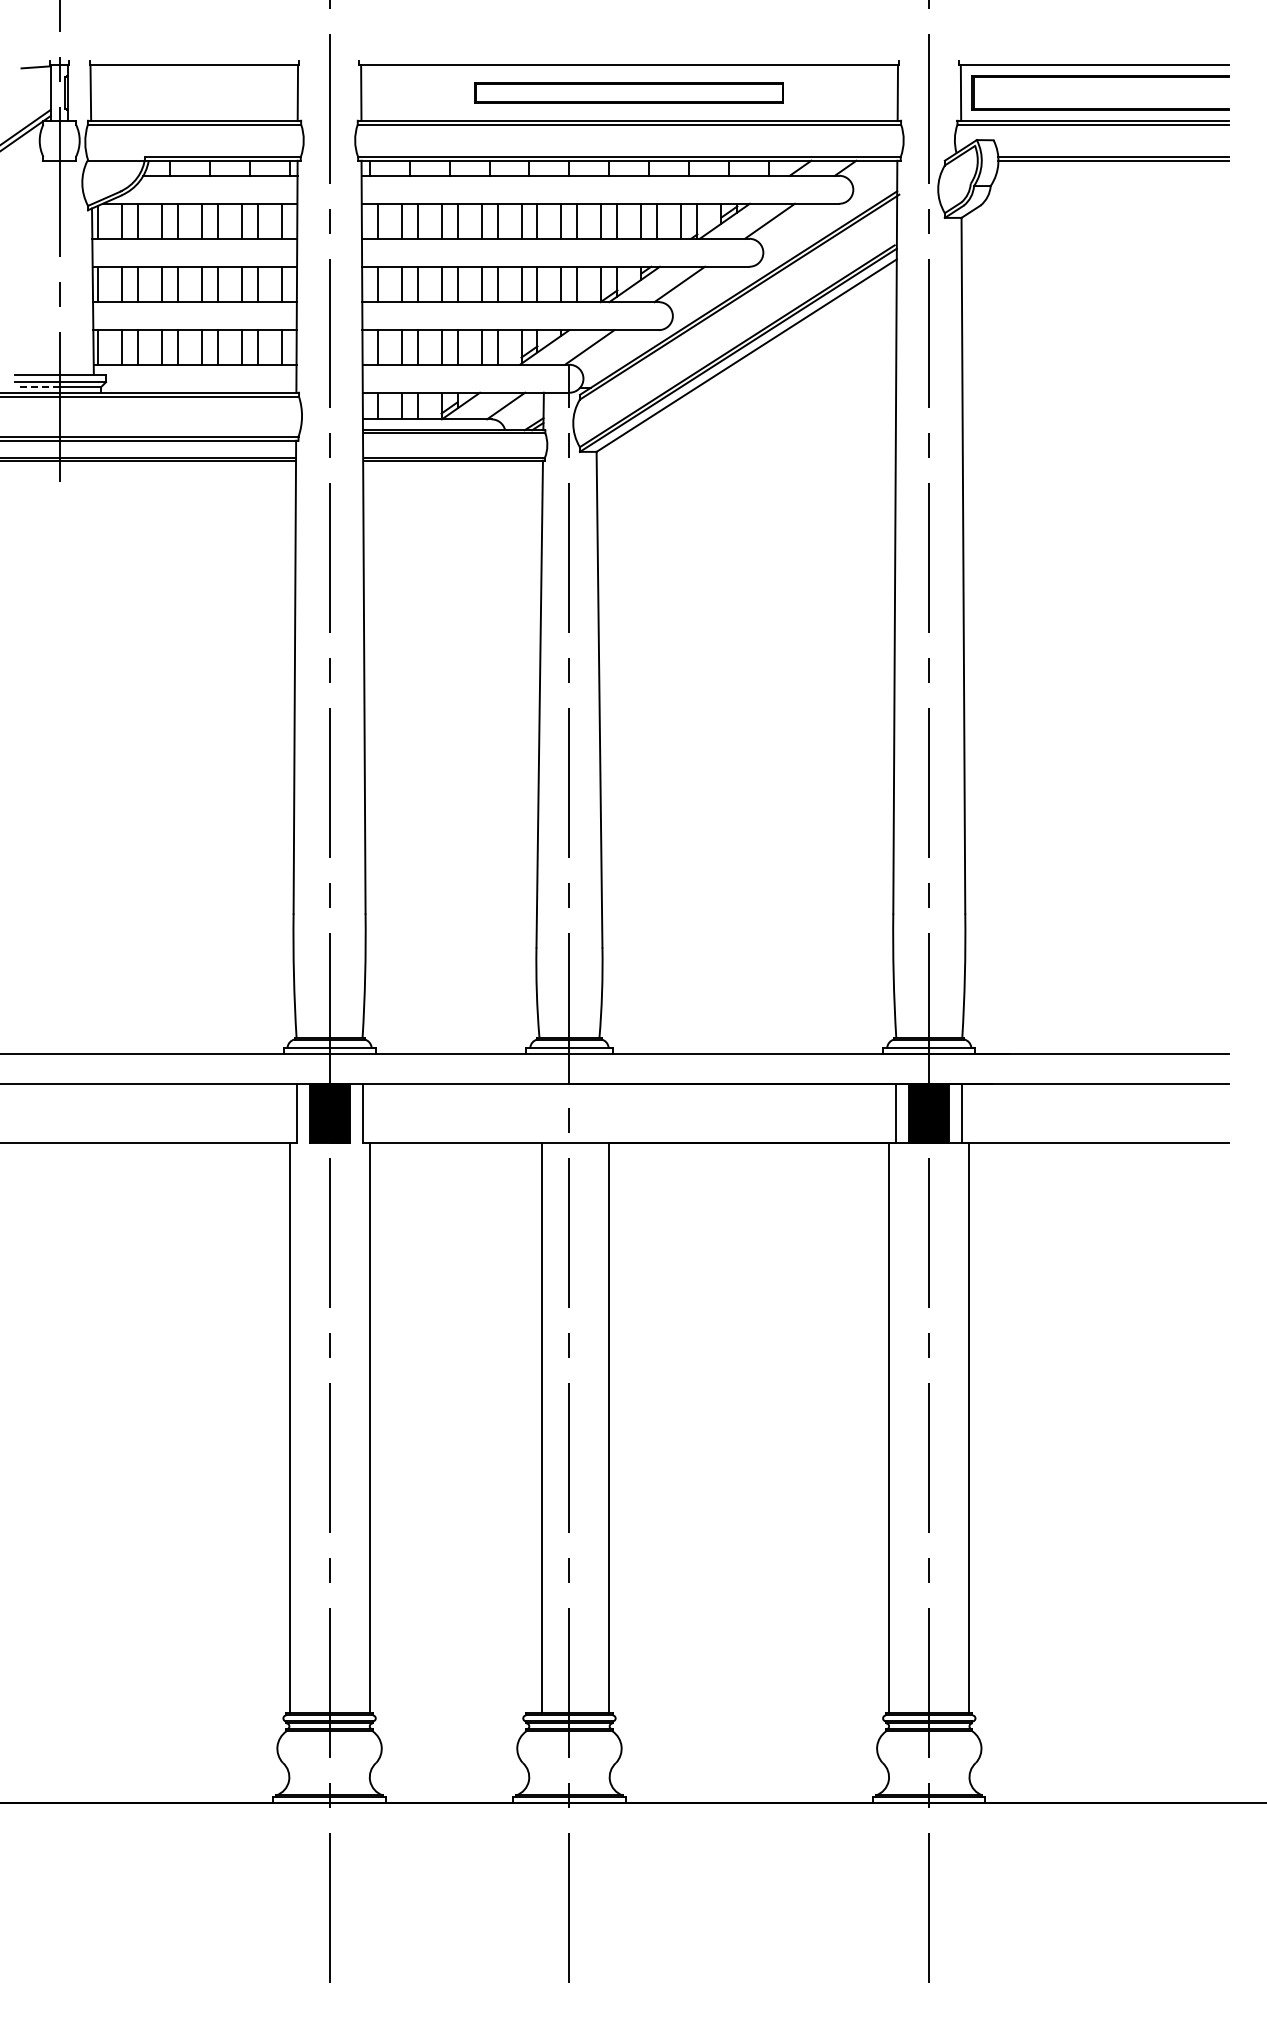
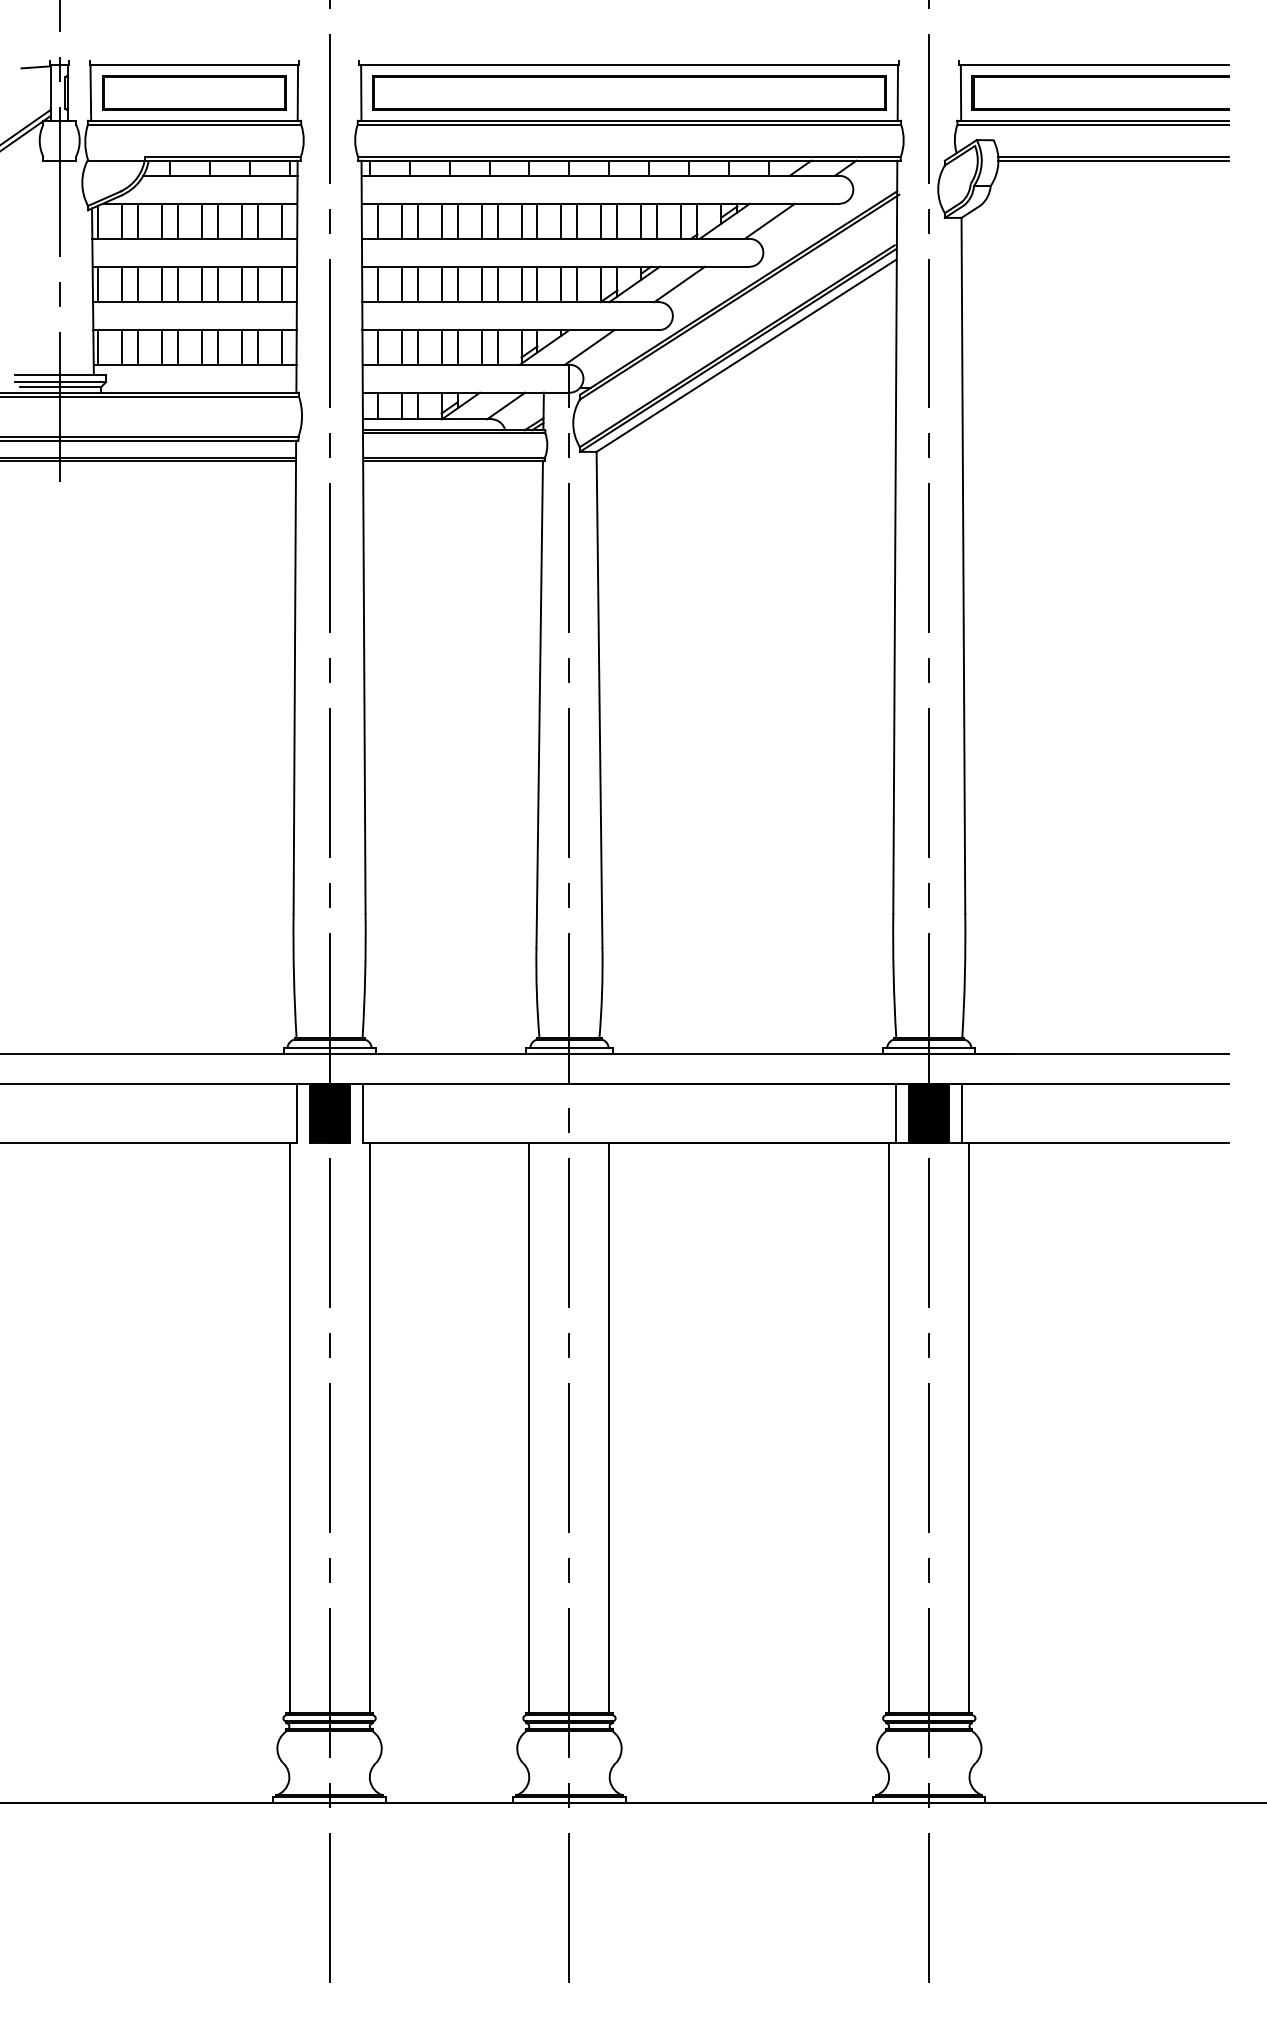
part at (194, 92): none -> present
part at (628, 92) size: 310x22 px -> 515x36 px
line at (39, 387): dashed -> solid
line at (542, 1428) position: (542, 1428) -> (529, 1428)
